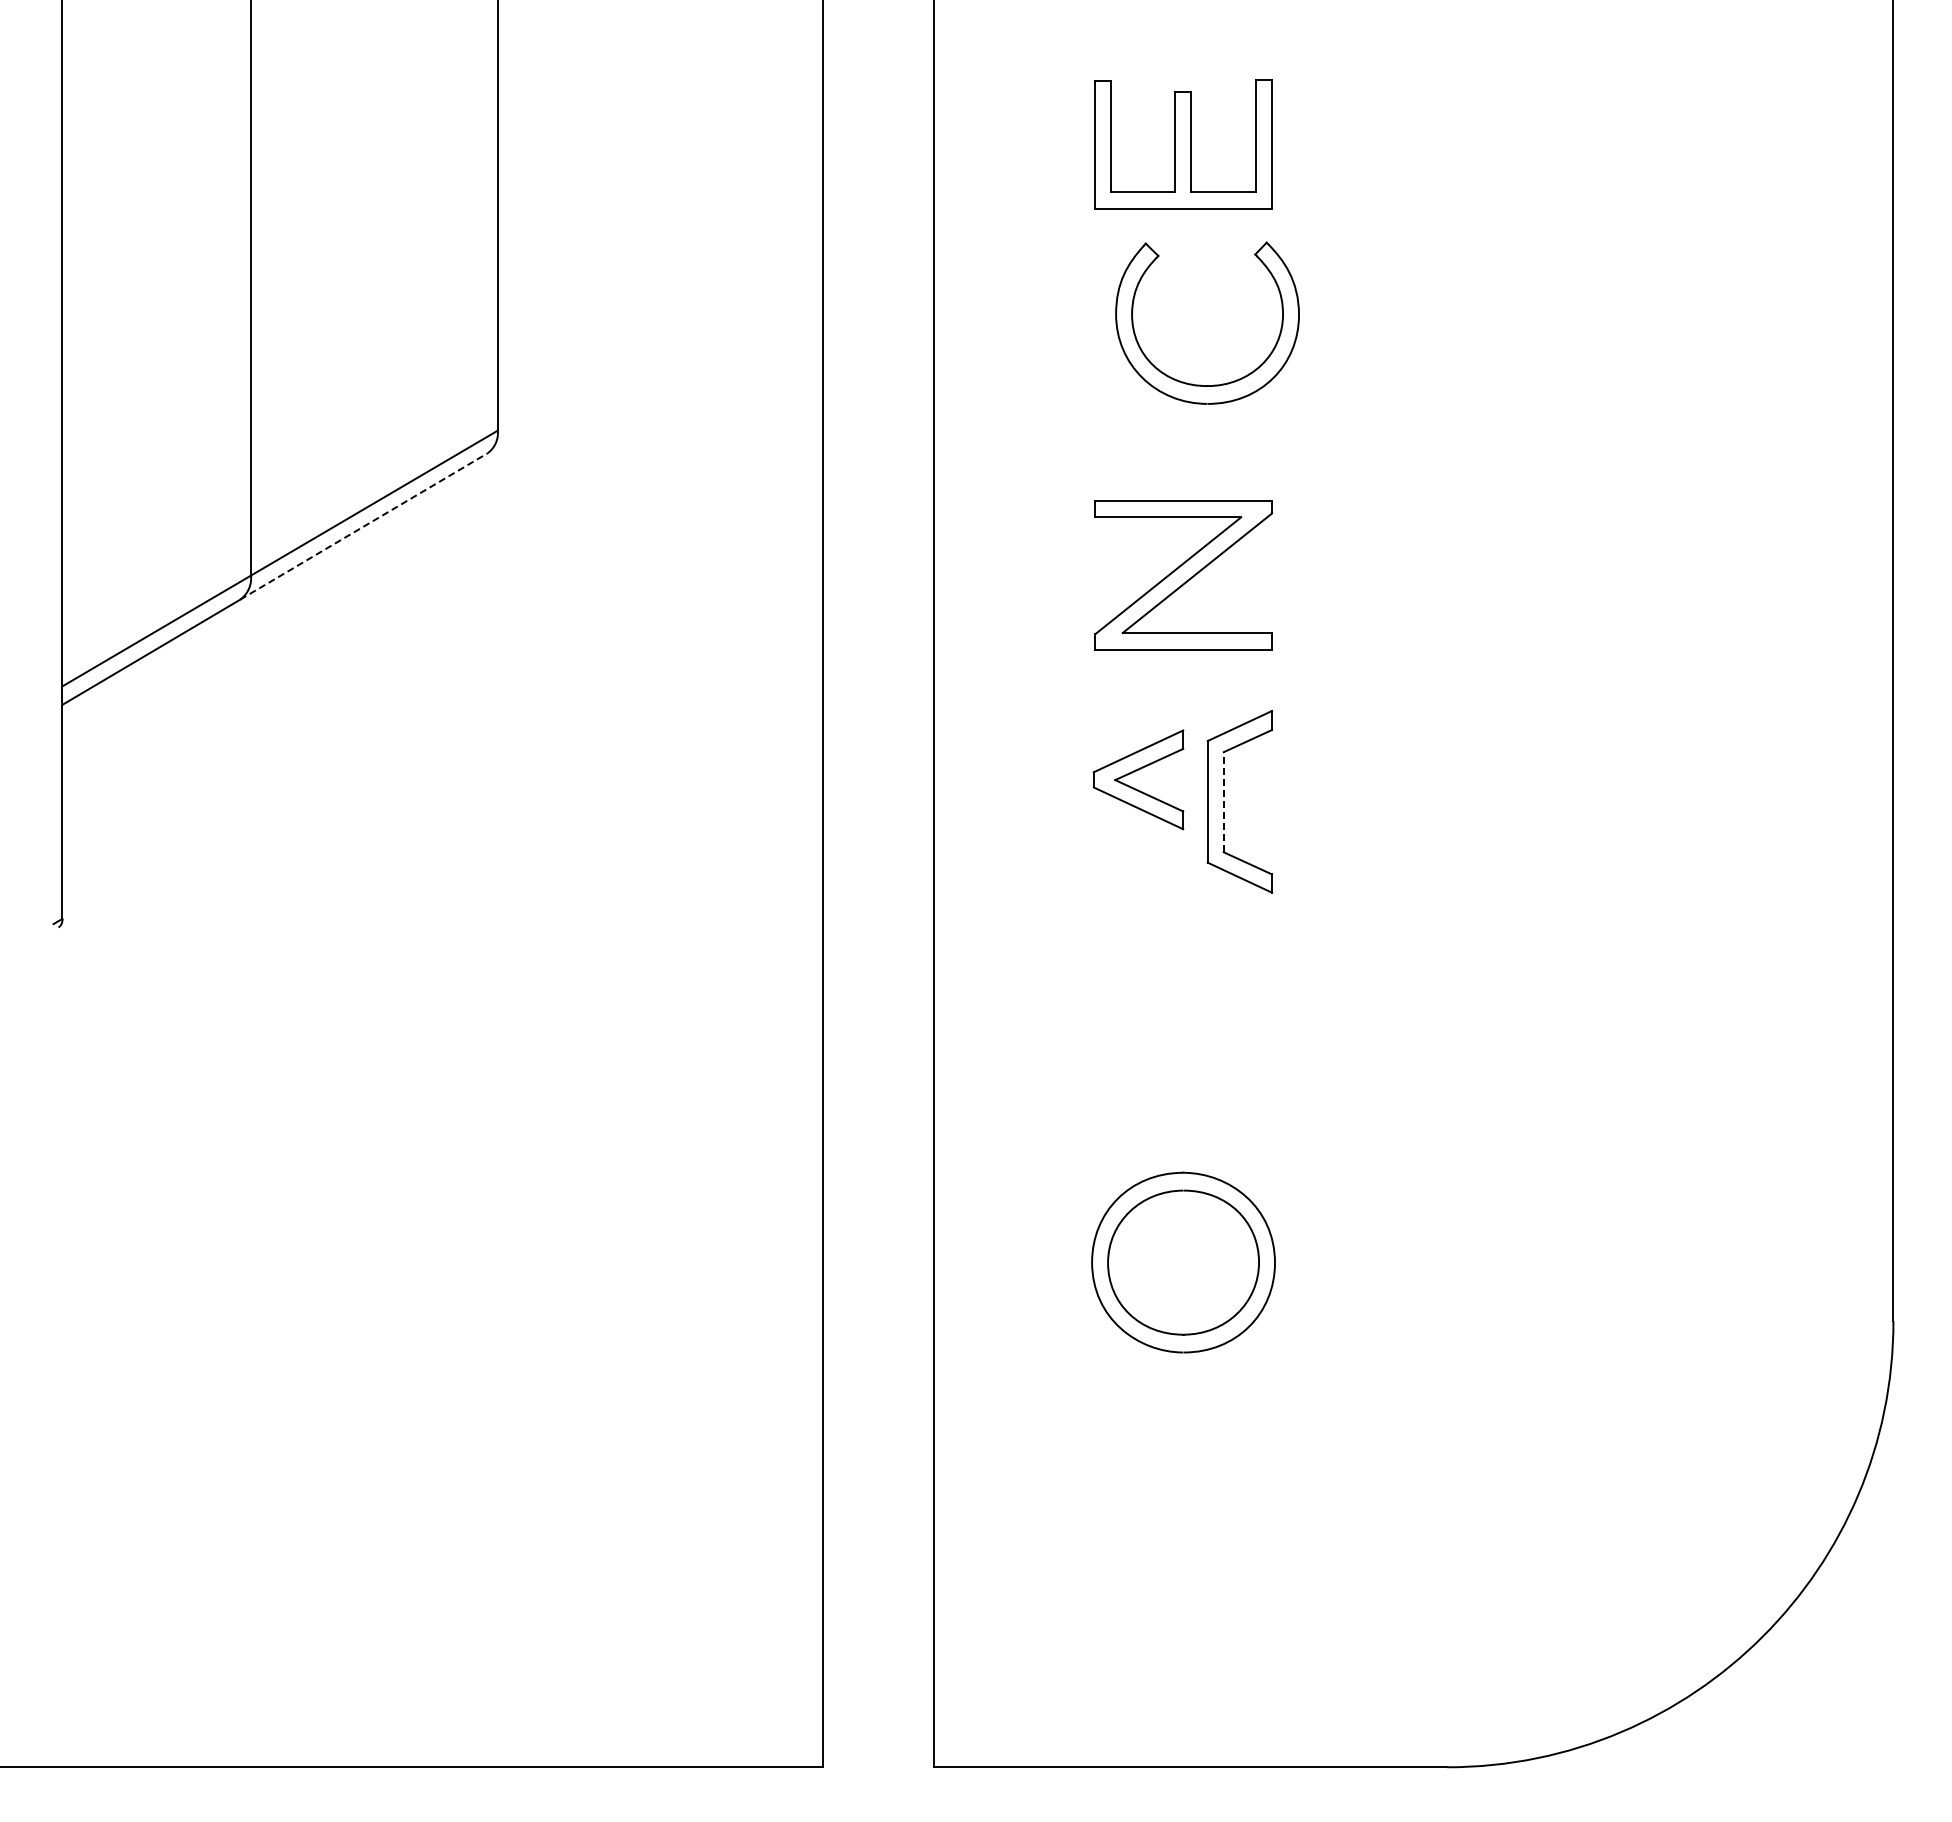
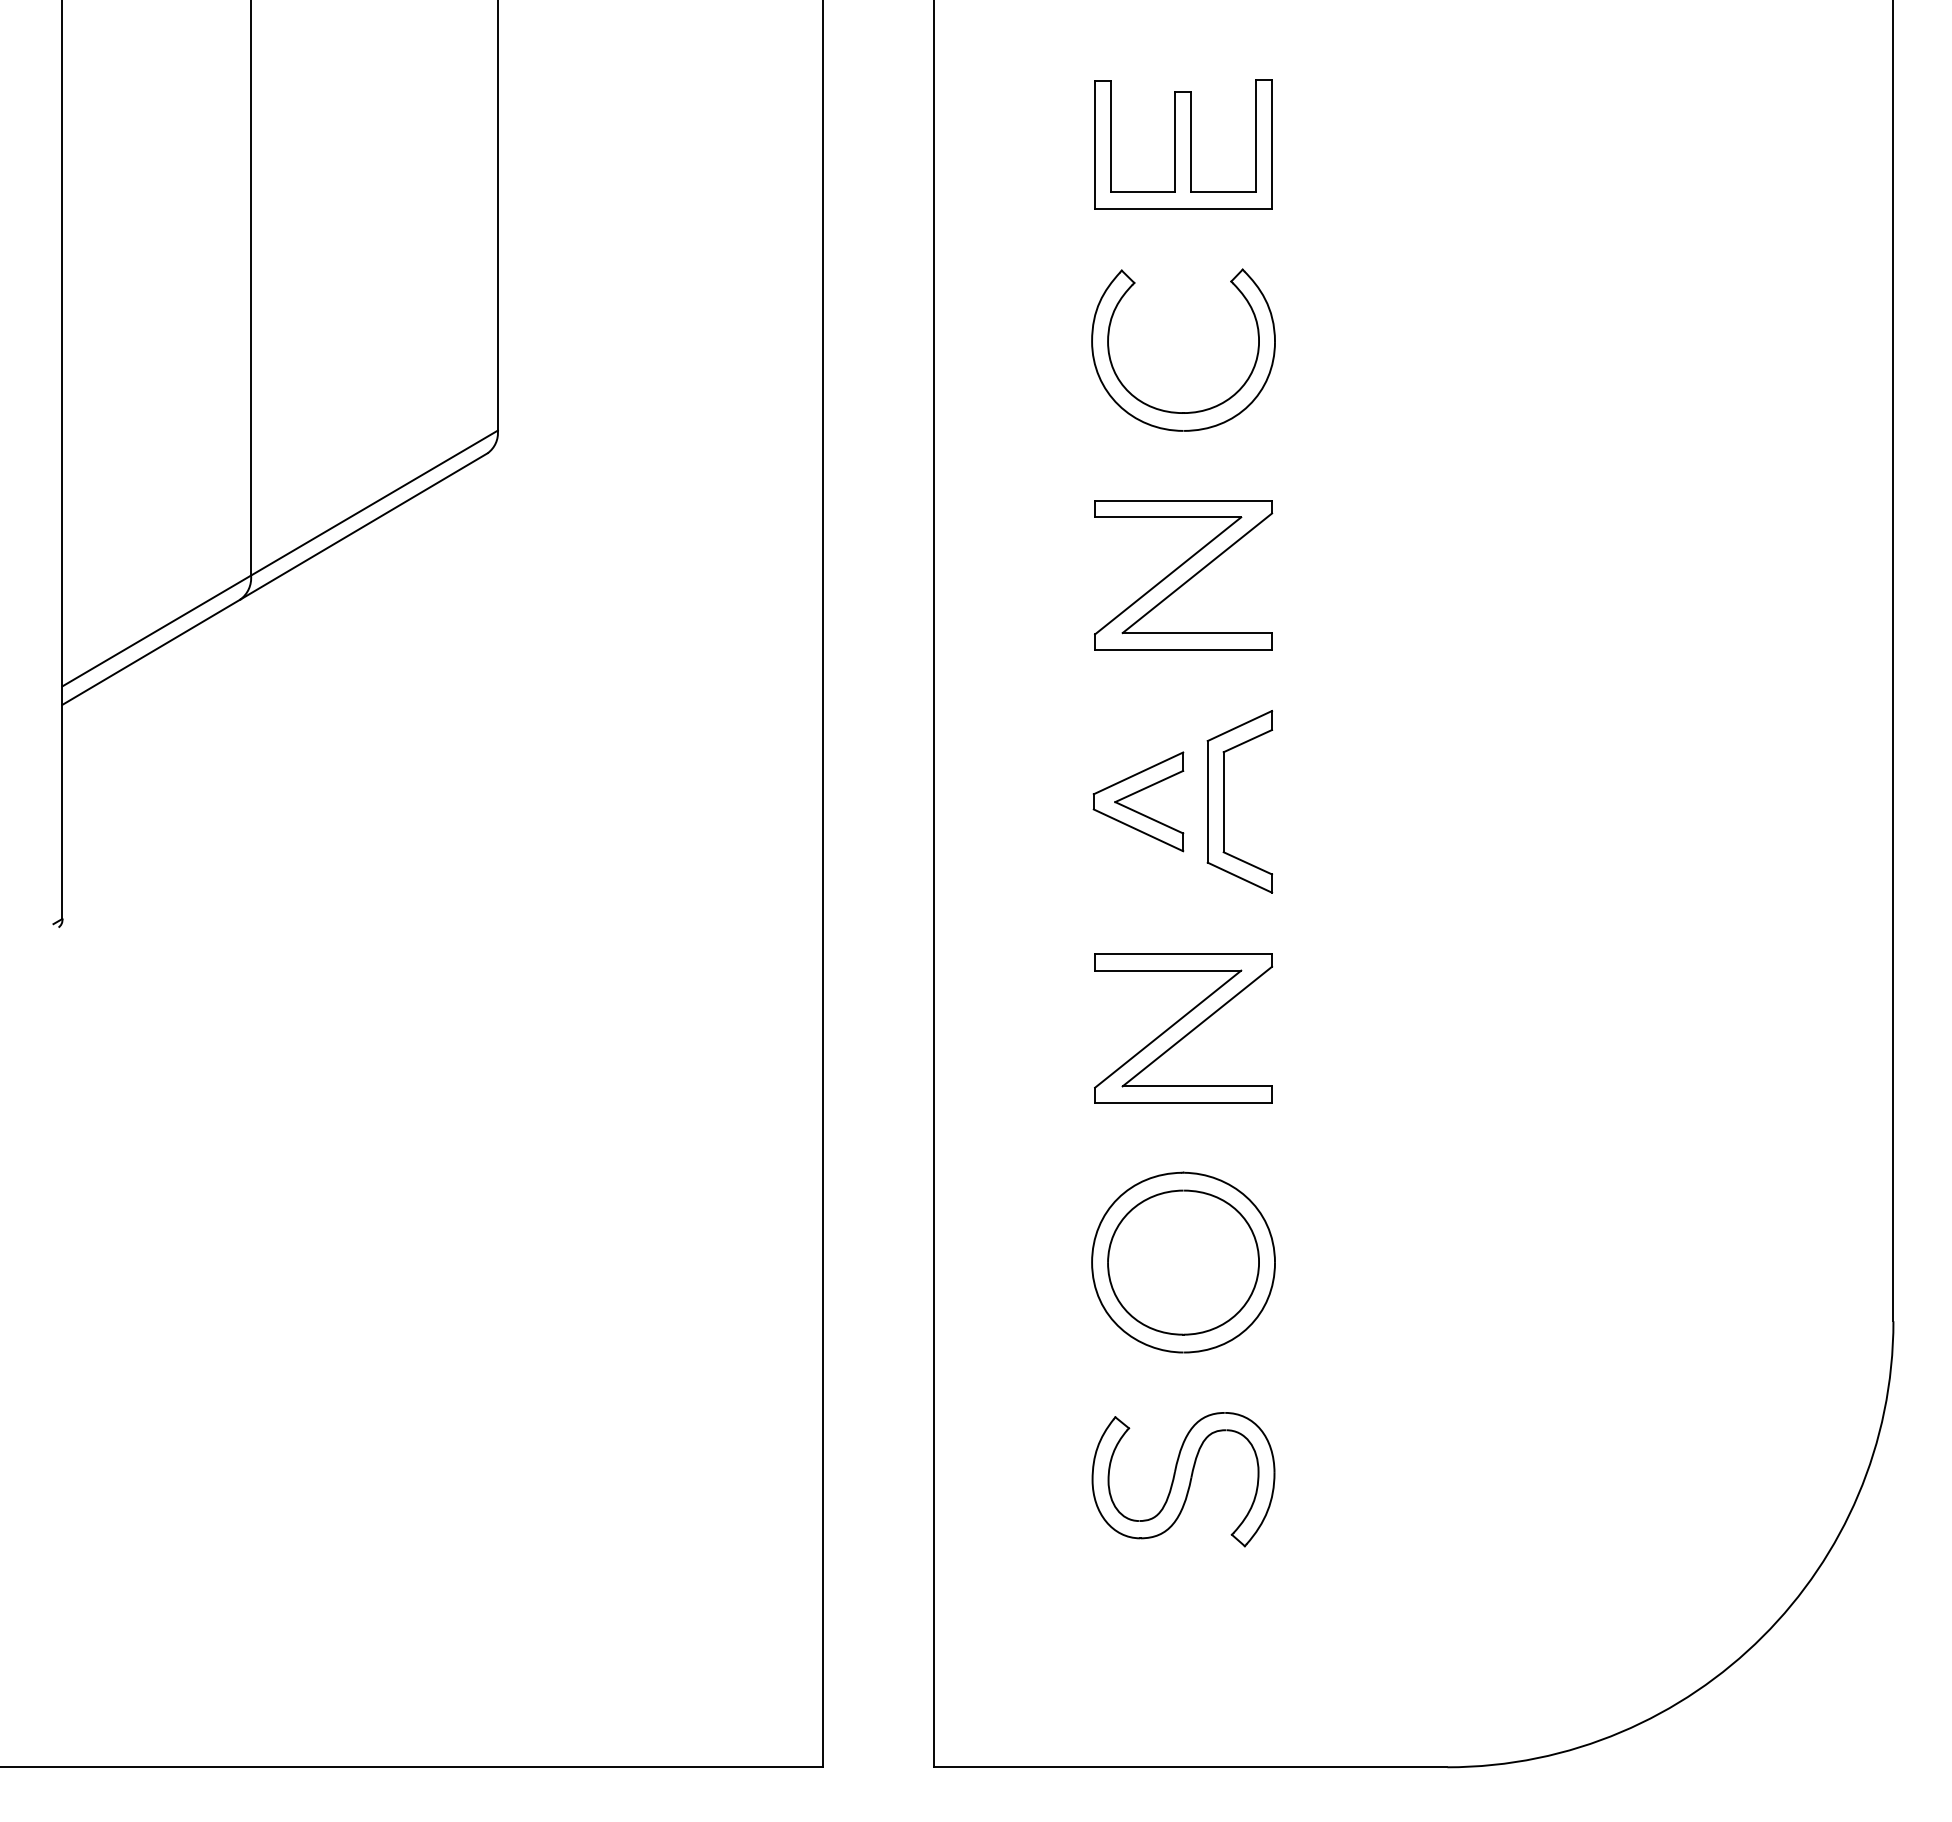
part at (1200, 384) position: (1200, 384) -> (1176, 411)
line at (364, 526): dashed -> solid
part at (1134, 772) position: (1134, 772) -> (1134, 794)
line at (1223, 801): dashed -> solid
part at (1183, 1028): none -> present
part at (1183, 1479): none -> present
